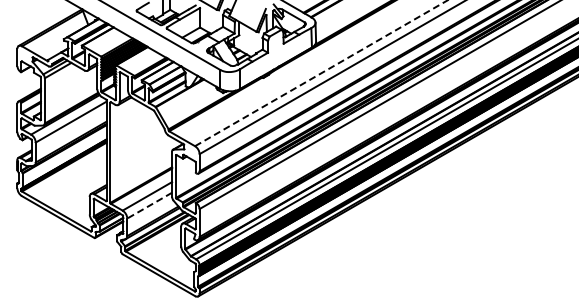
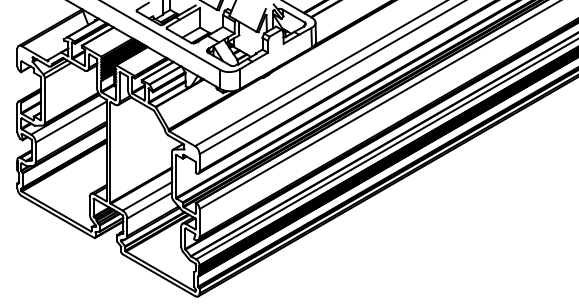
line at (321, 72): dashed -> solid
line at (149, 205): dashed -> solid
